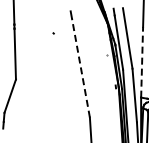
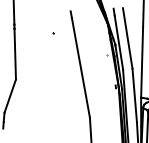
line at (142, 61): dashed -> solid
line at (80, 67): dashed -> solid
